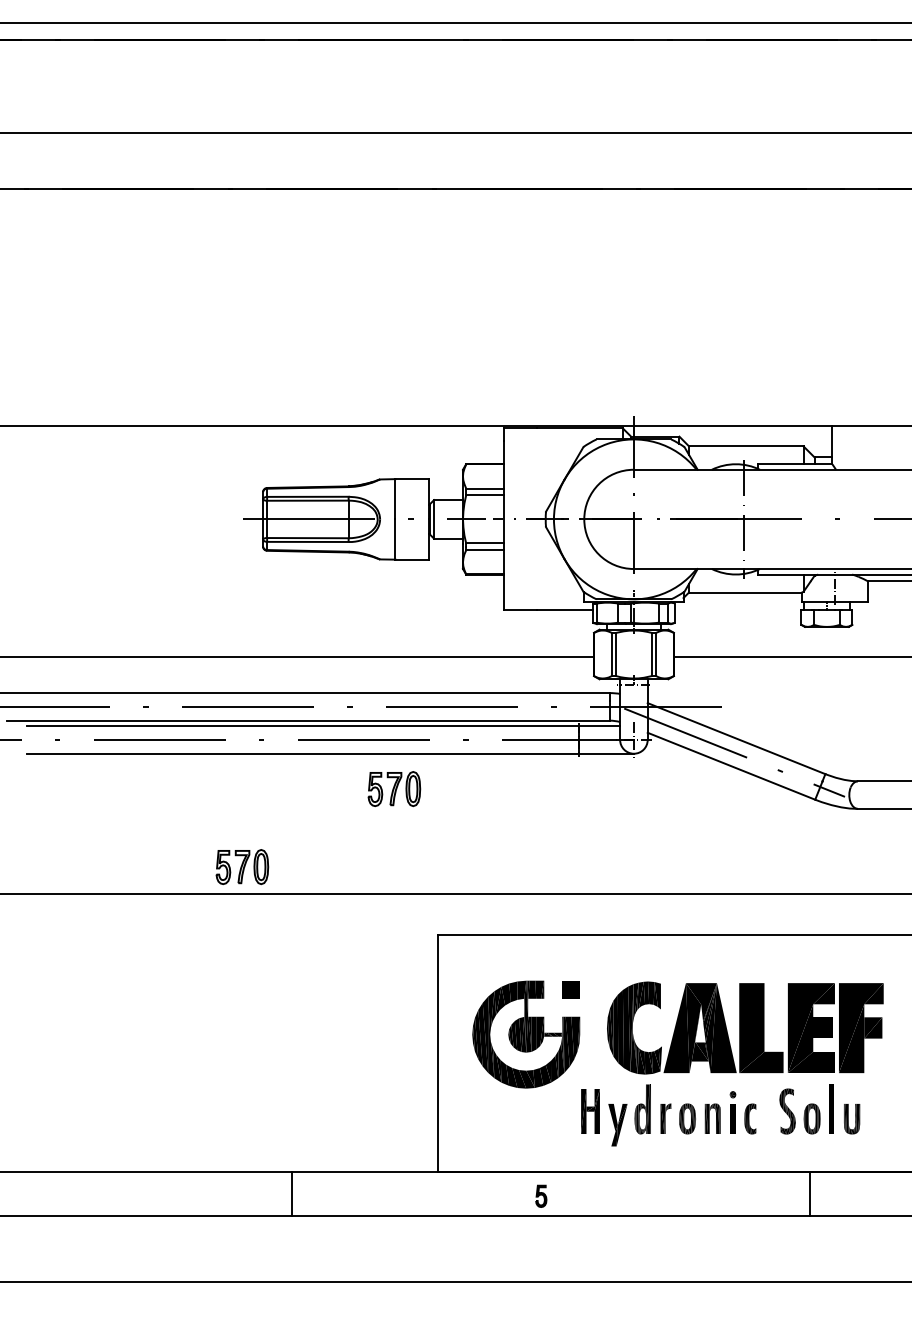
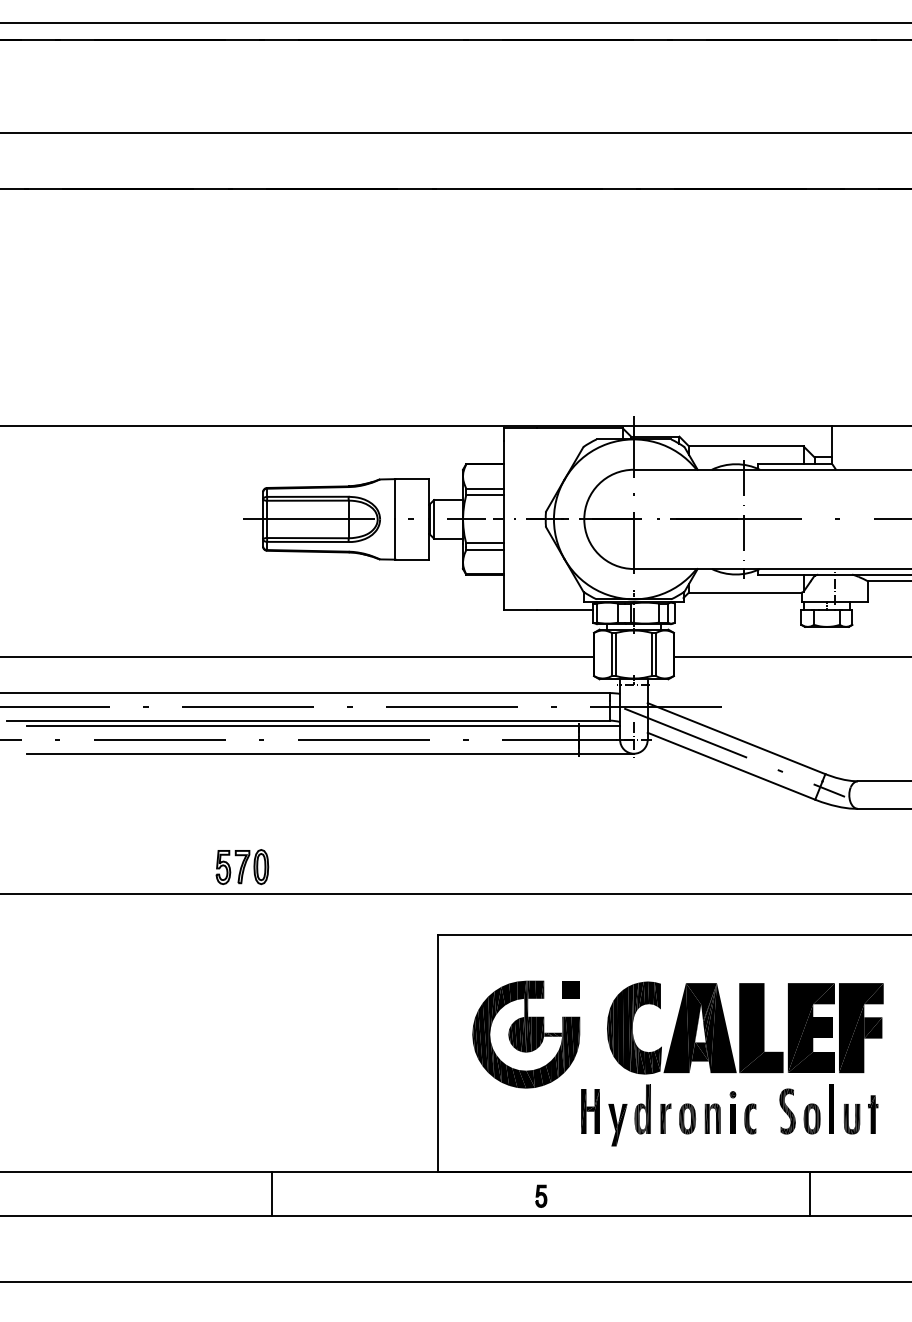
part at (394, 789): present -> none
part at (873, 1114): none -> present
line at (292, 1194) position: (292, 1194) -> (272, 1194)
